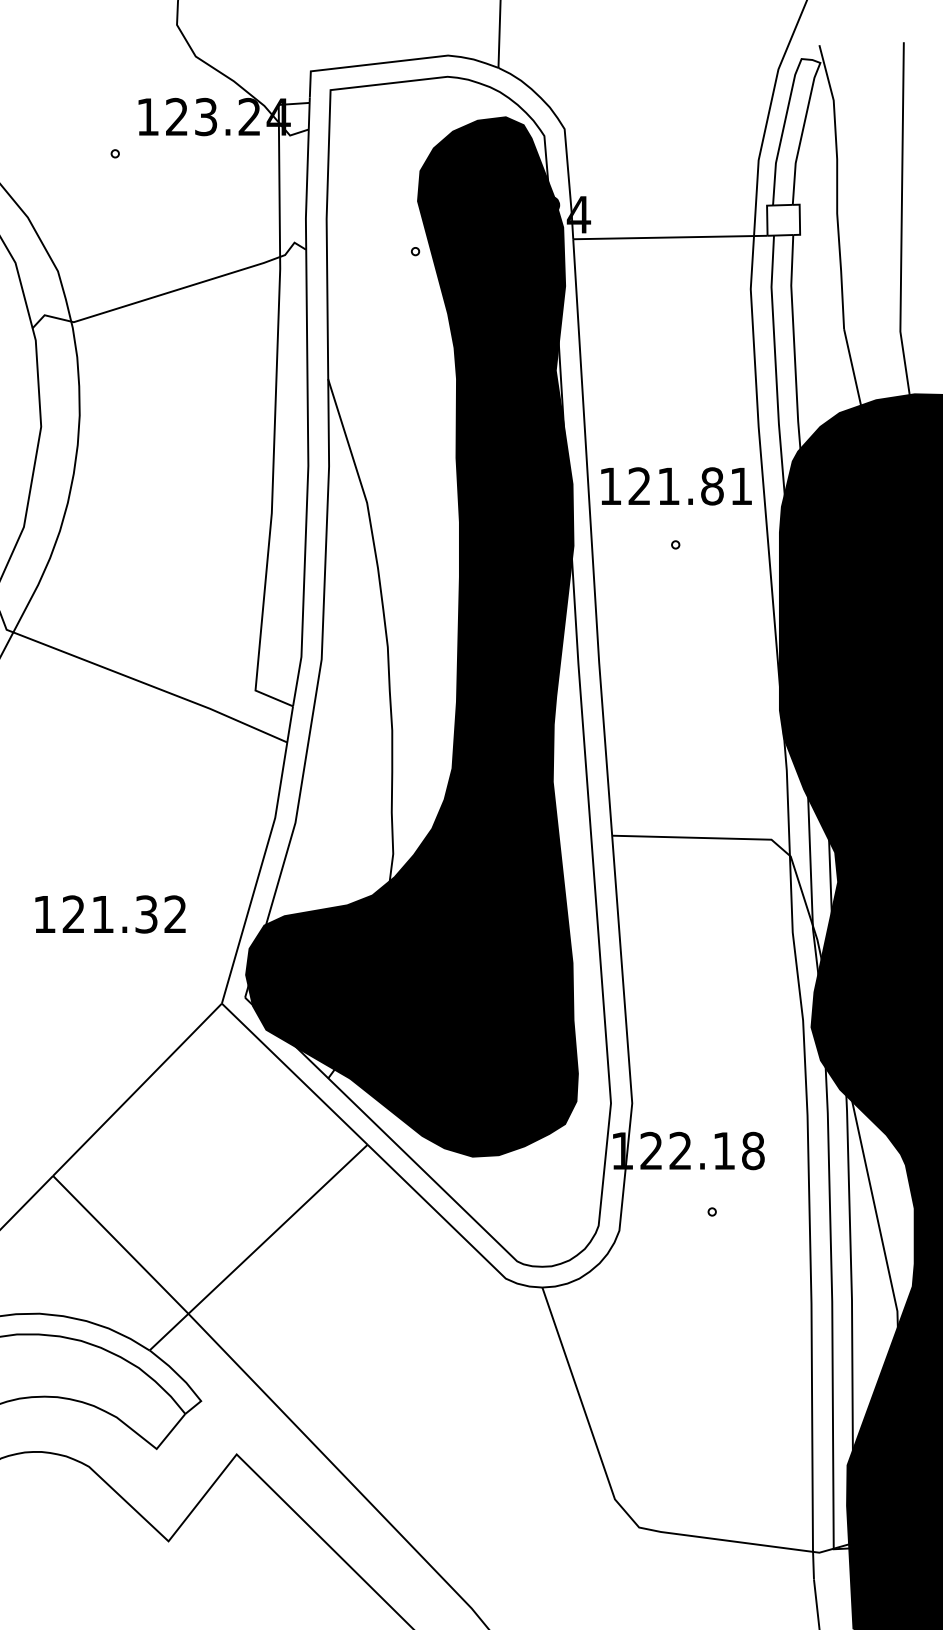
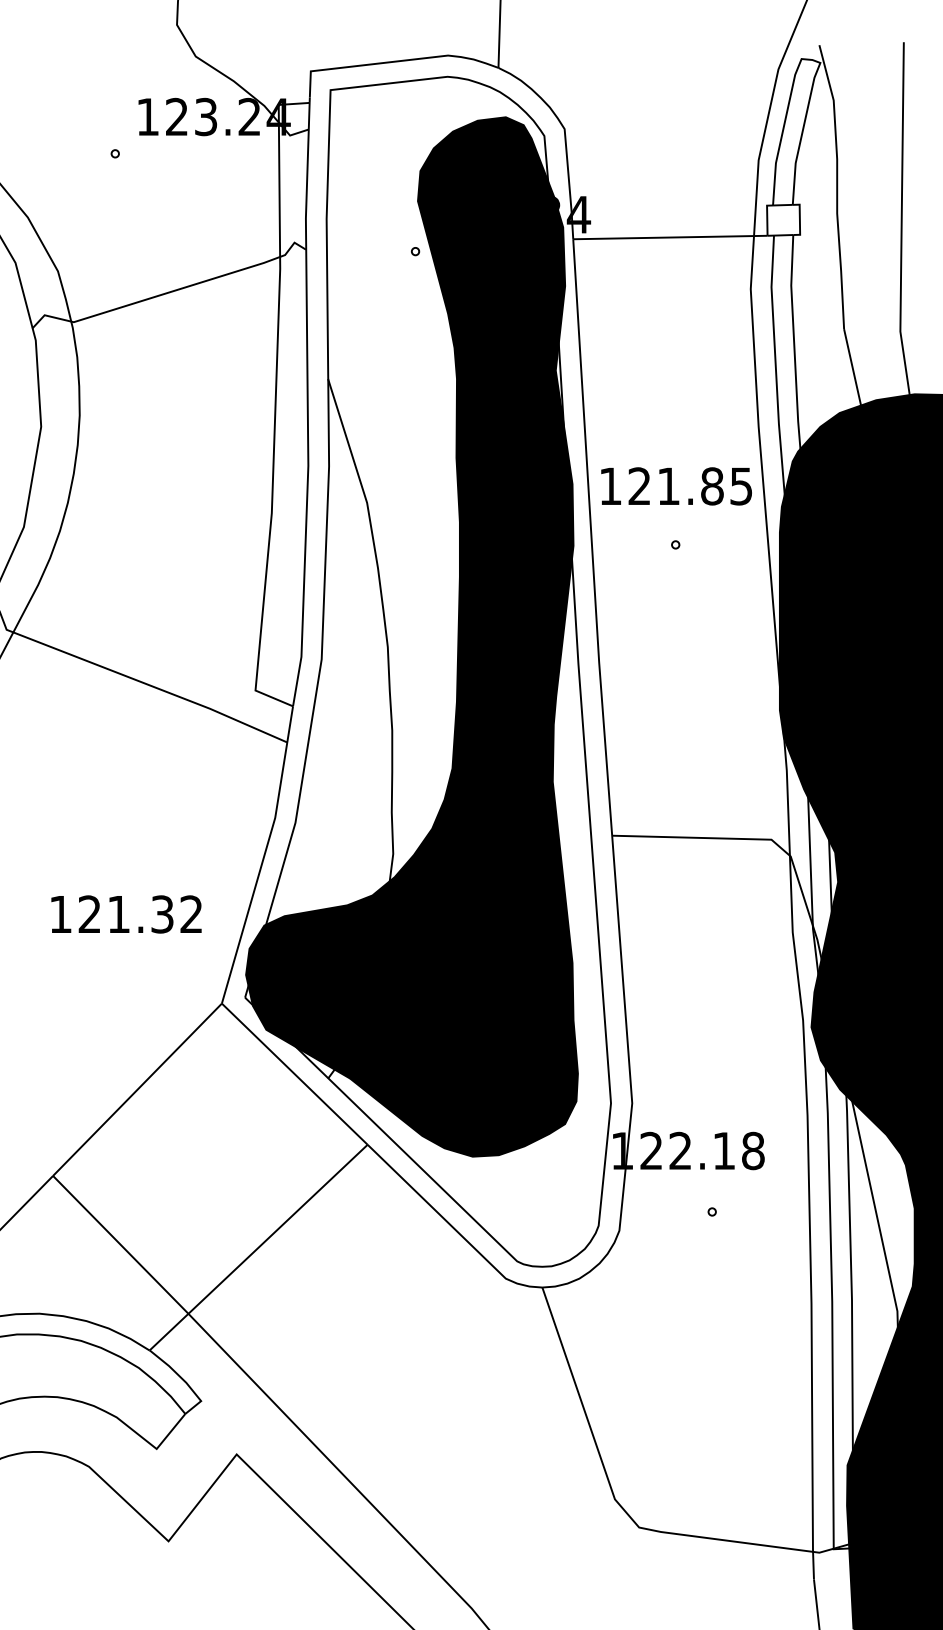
text at (740, 486): 121.81 -> 121.85
text at (110, 914) position: (110, 914) -> (126, 914)
